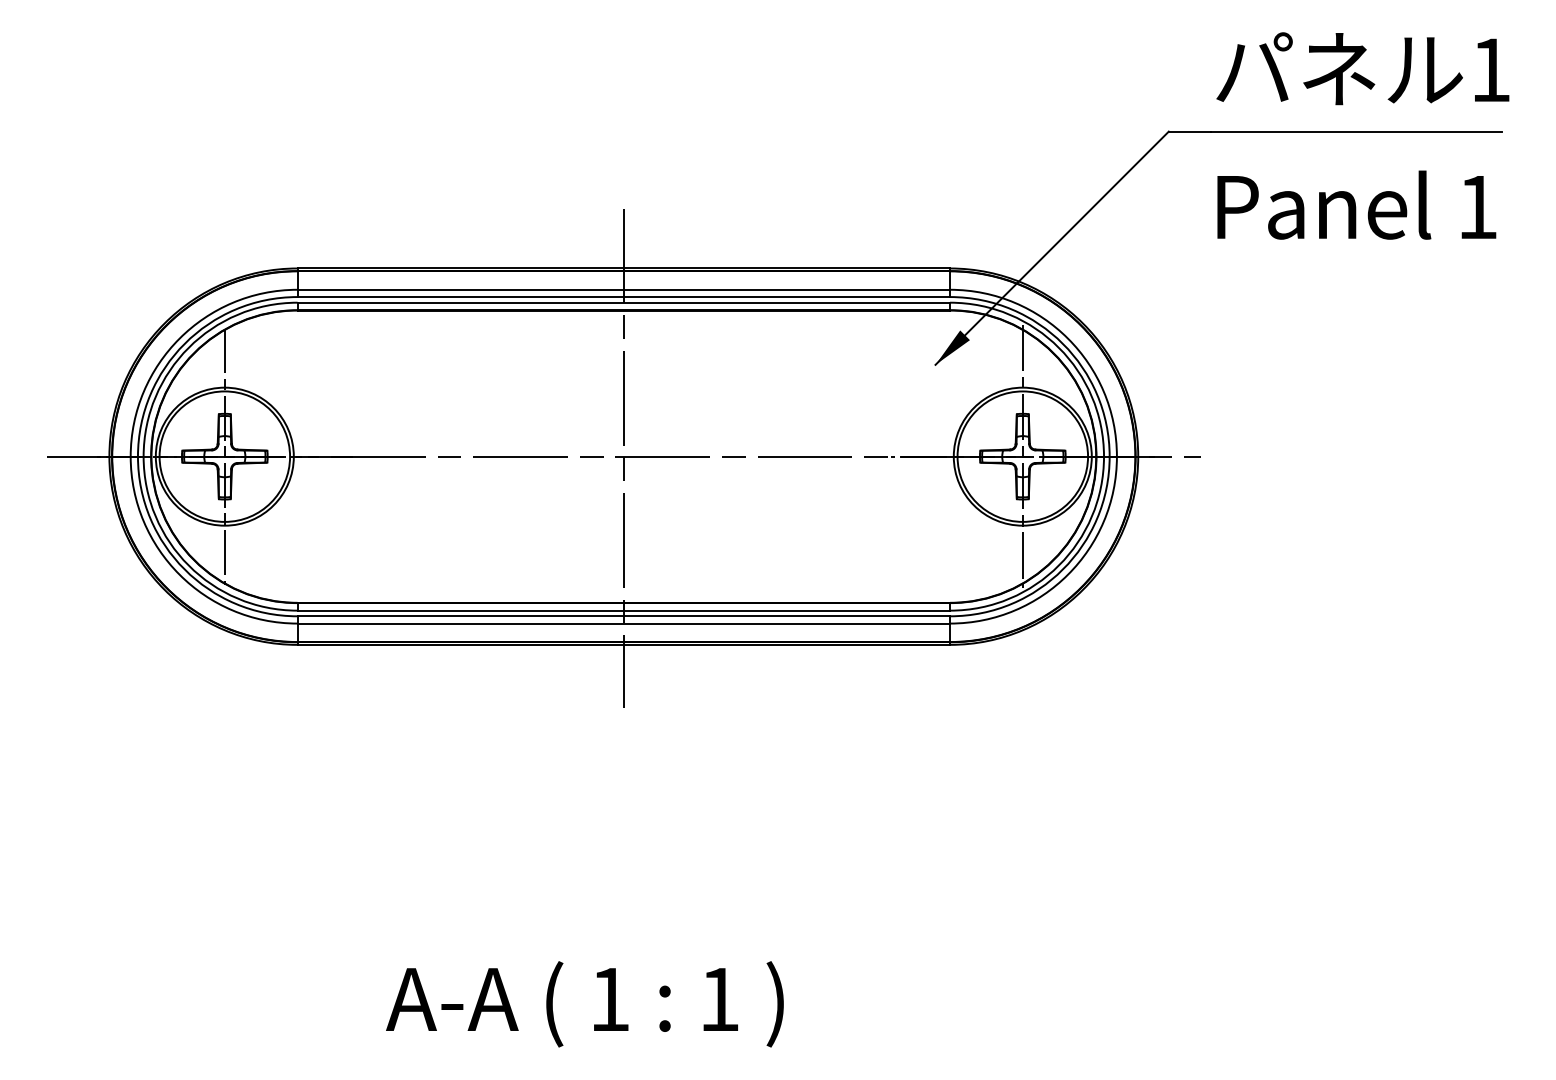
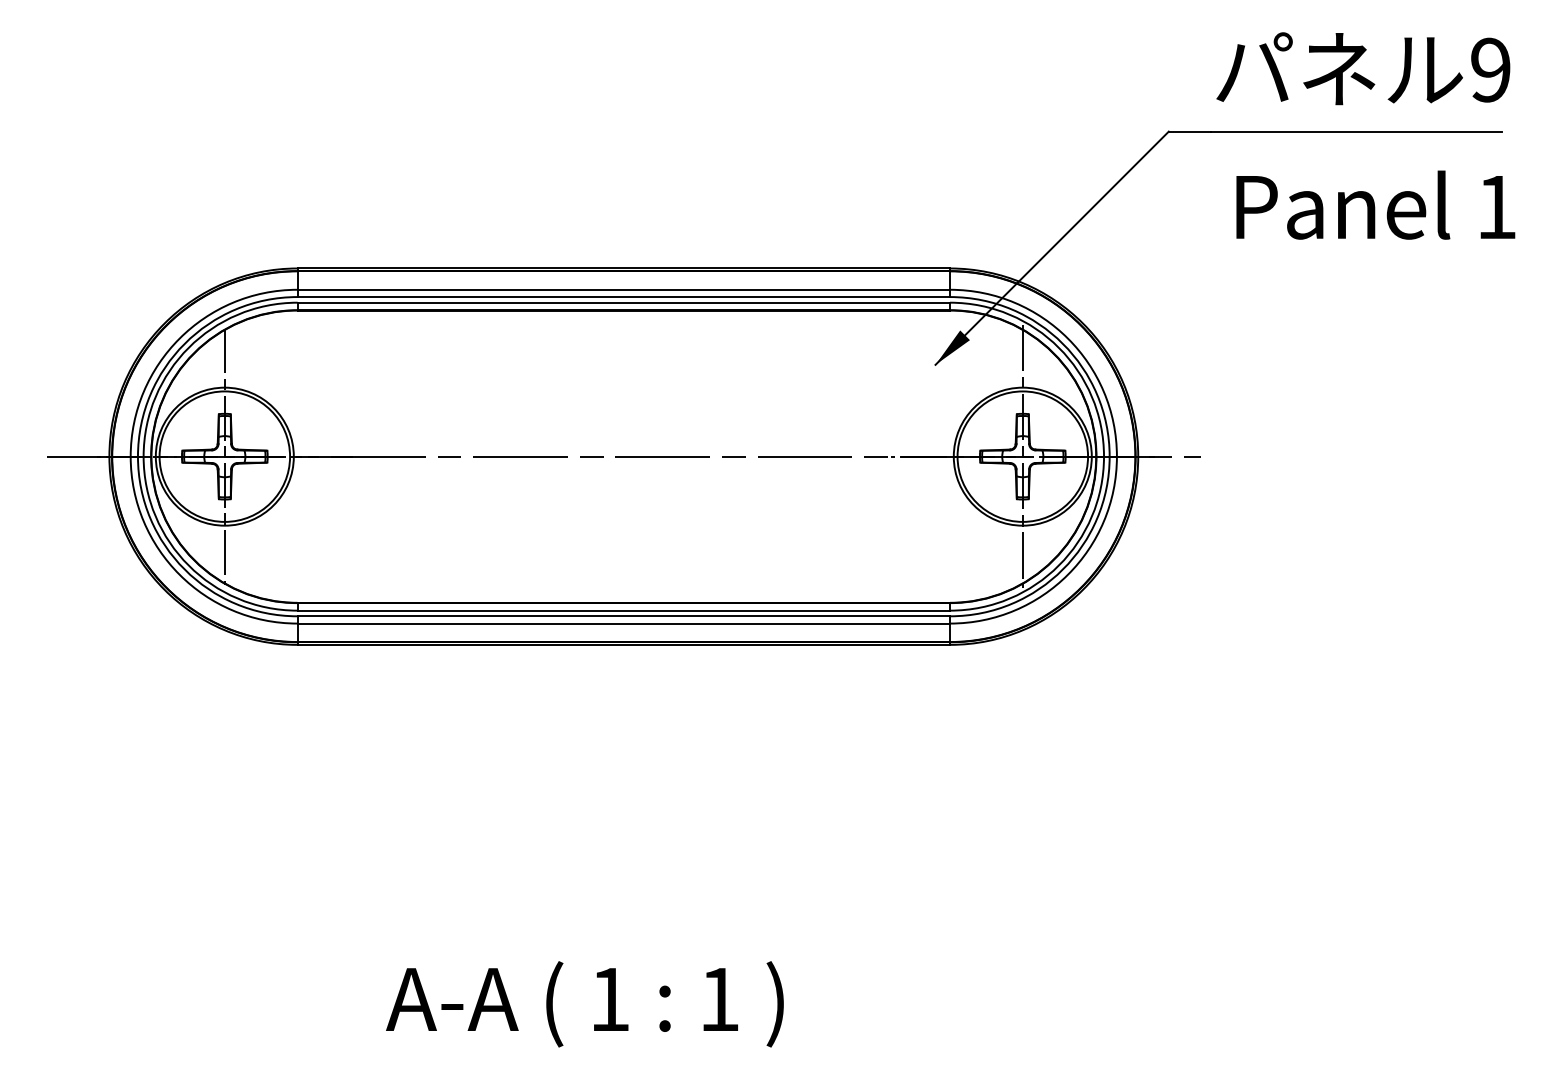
text at (1490, 69): 1 -> 9
text at (1356, 204) position: (1356, 204) -> (1375, 204)
line at (623, 457): present -> none
